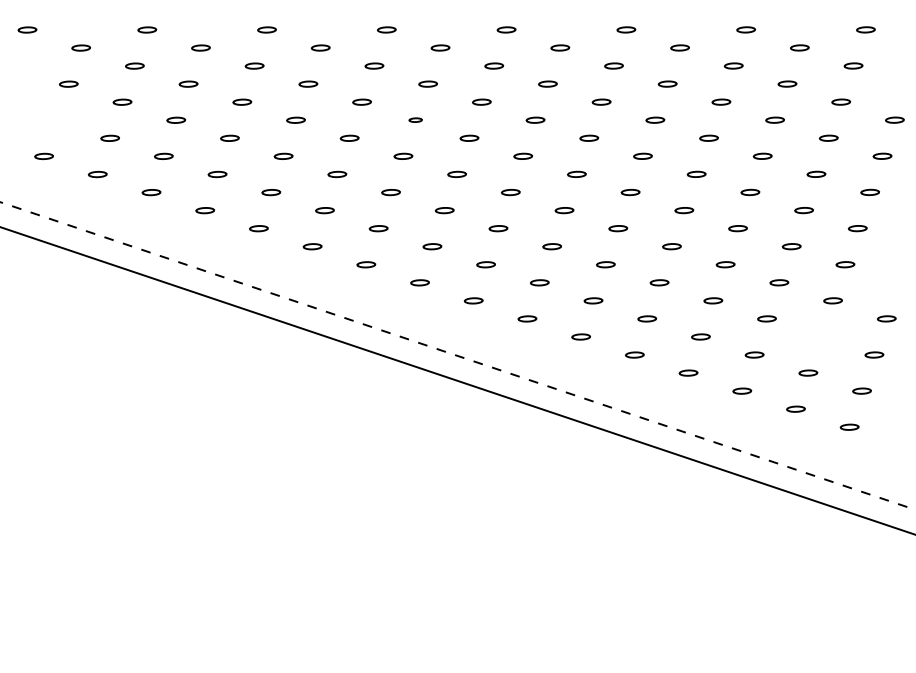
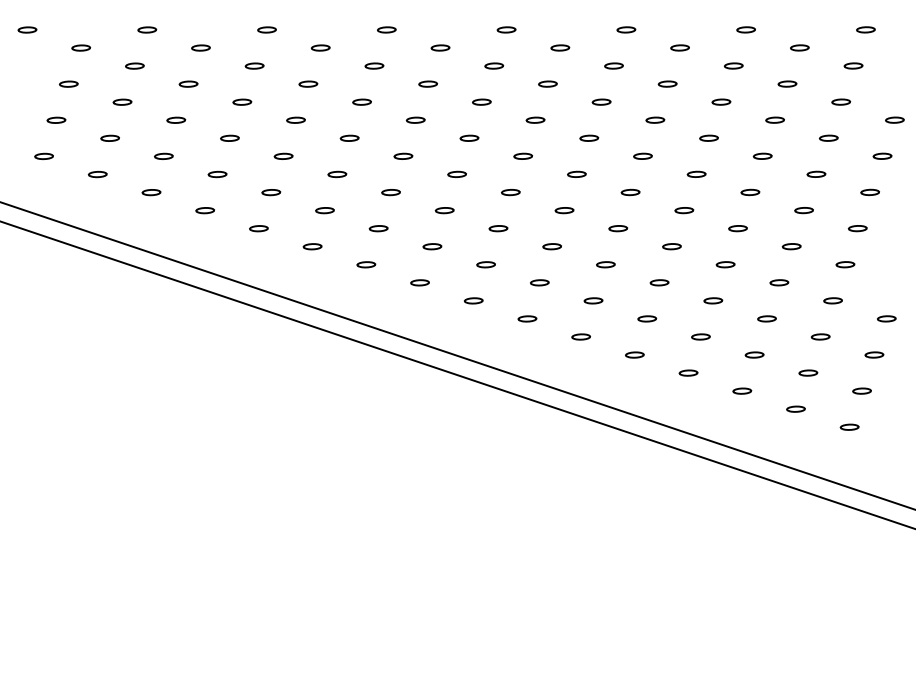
part at (56, 119): none -> present
part at (415, 119) size: 15x6 px -> 21x8 px
part at (820, 336): none -> present
line at (458, 356): dashed -> solid
line at (457, 380) position: (457, 380) -> (457, 375)
